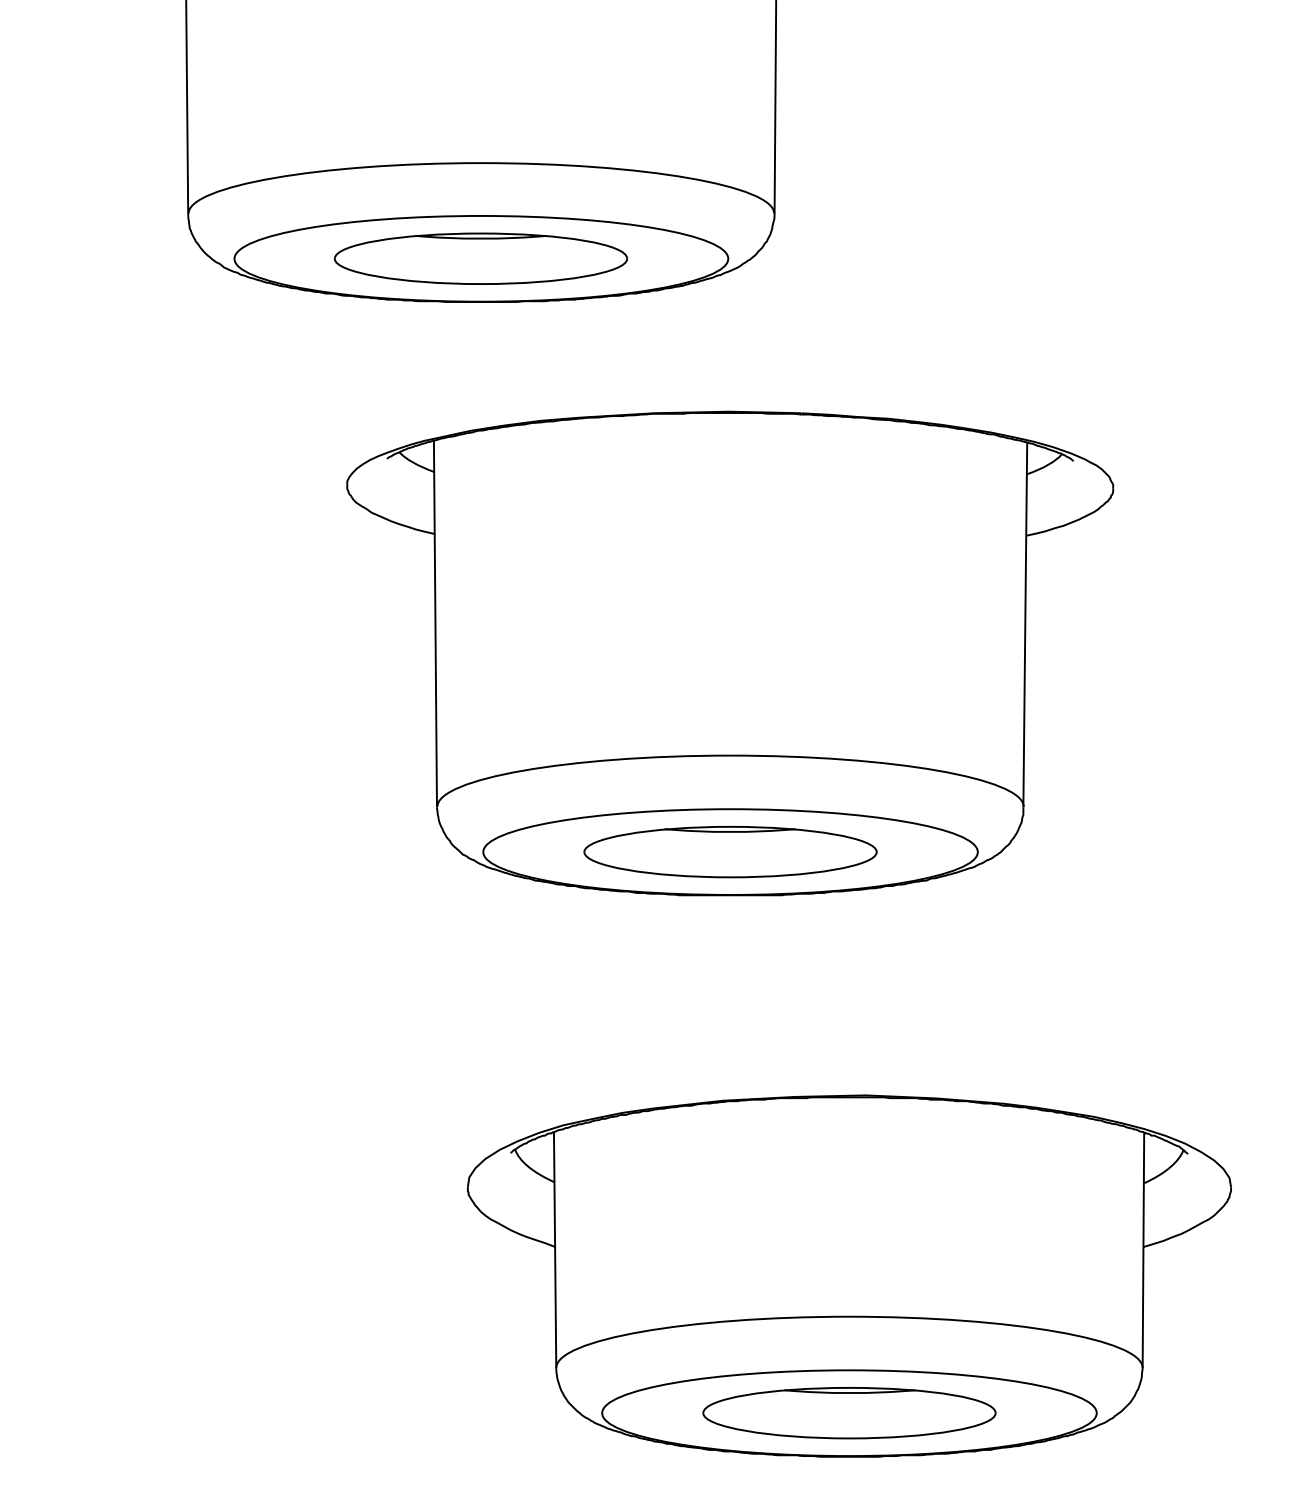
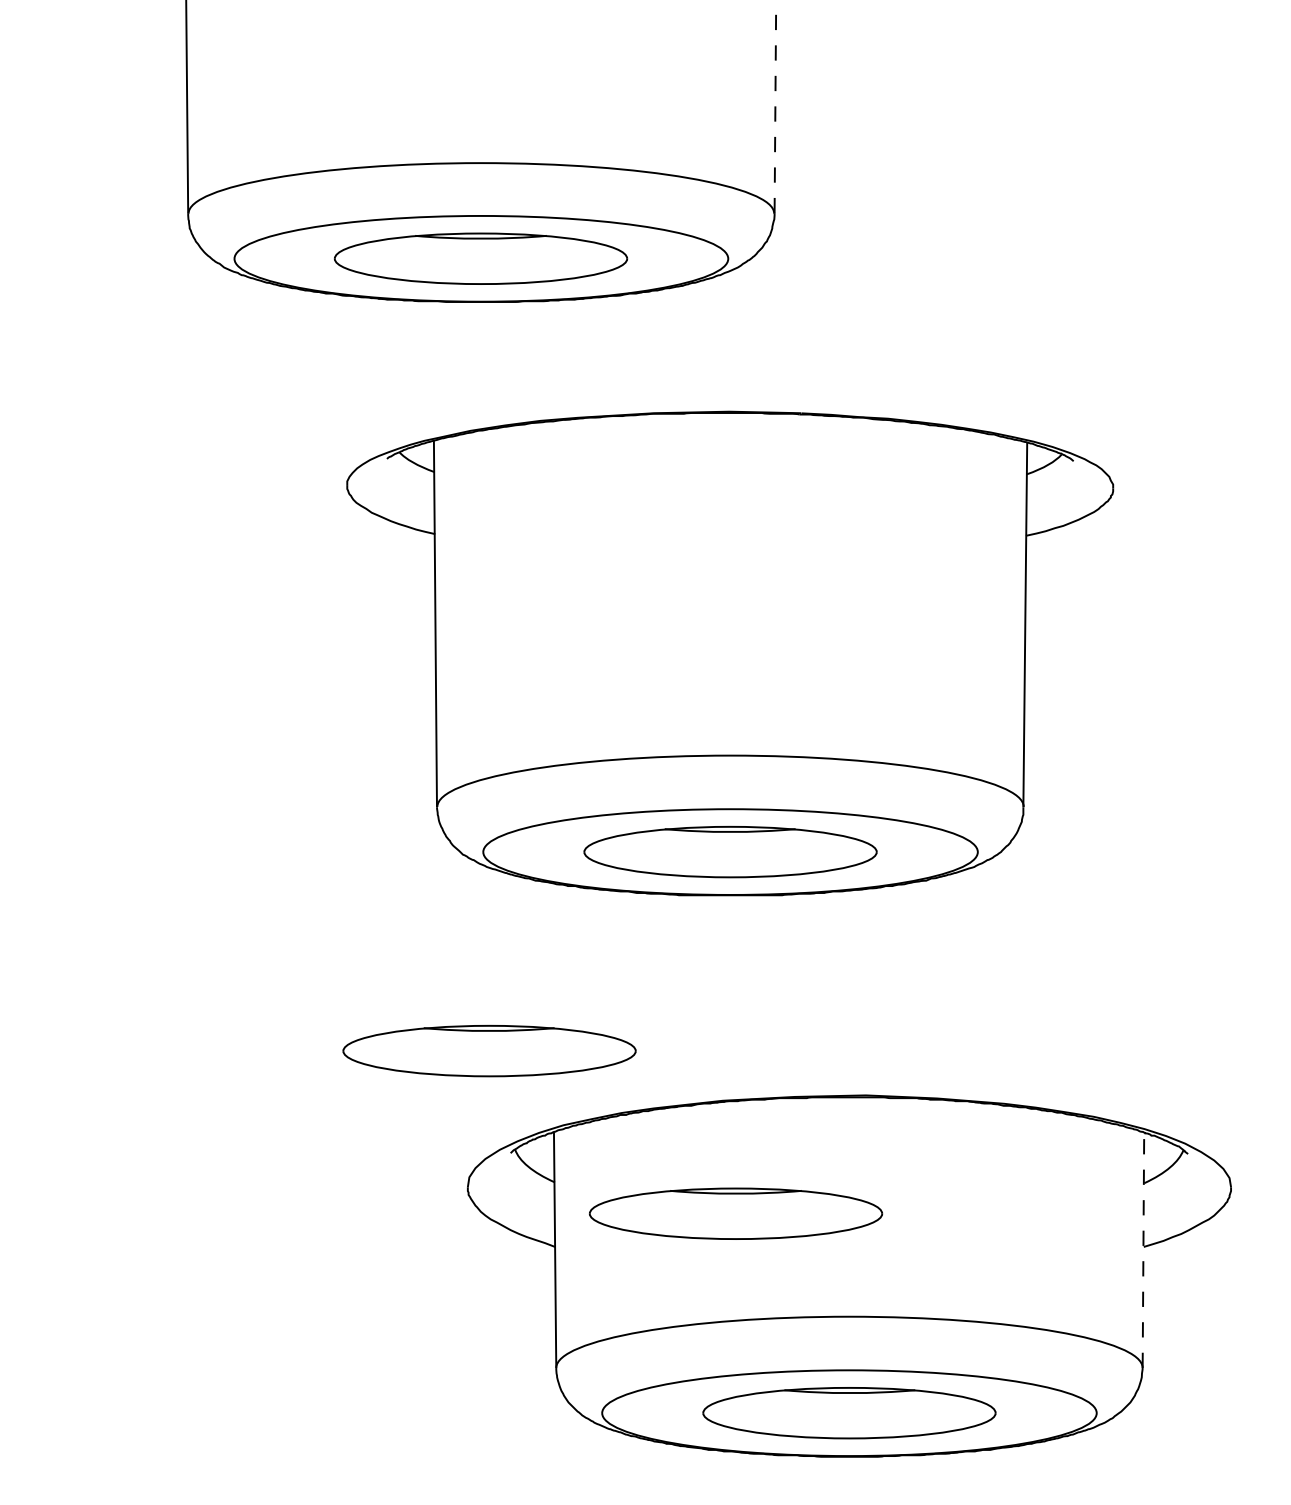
line at (775, 106): solid -> dashed
part at (489, 1050): none -> present
part at (736, 1213): none -> present
line at (1143, 1250): solid -> dashed
